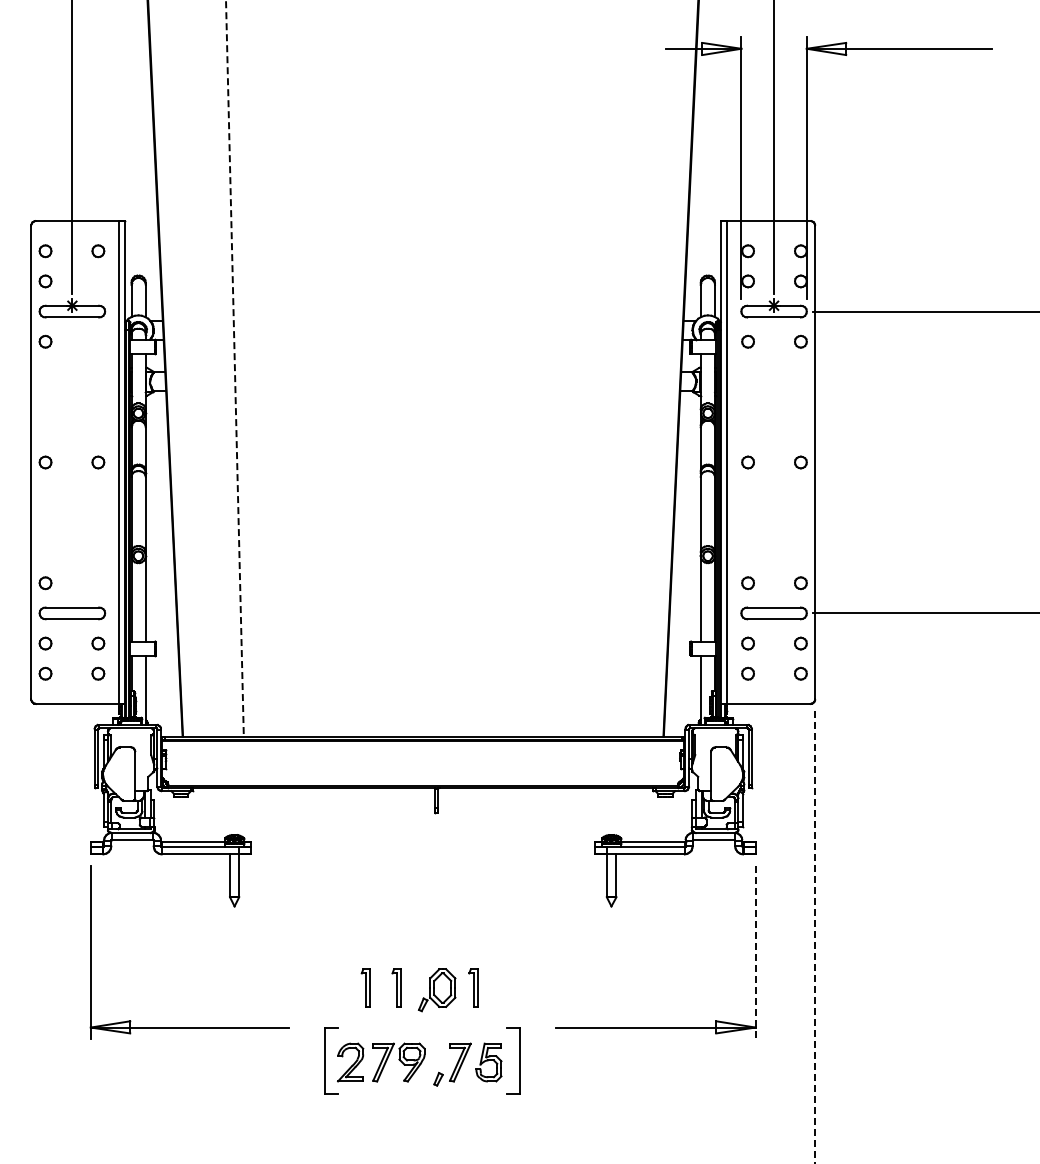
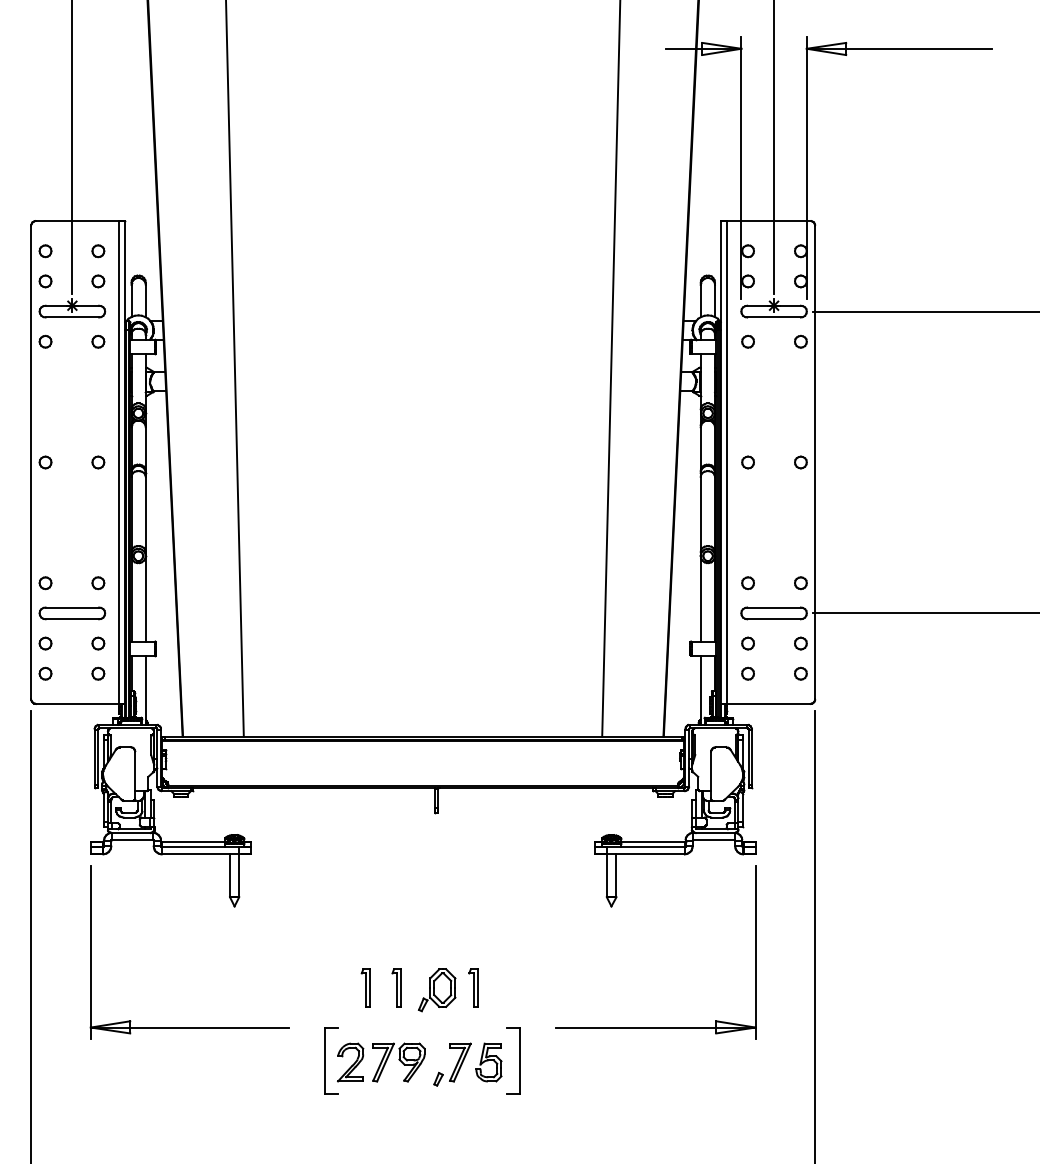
part at (98, 281): none -> present
part at (98, 341): none -> present
line at (234, 368): dashed -> solid
line at (611, 369): none -> present
part at (98, 583): none -> present
line at (31, 935): none -> present
line at (815, 938): dashed -> solid
line at (755, 952): dashed -> solid
